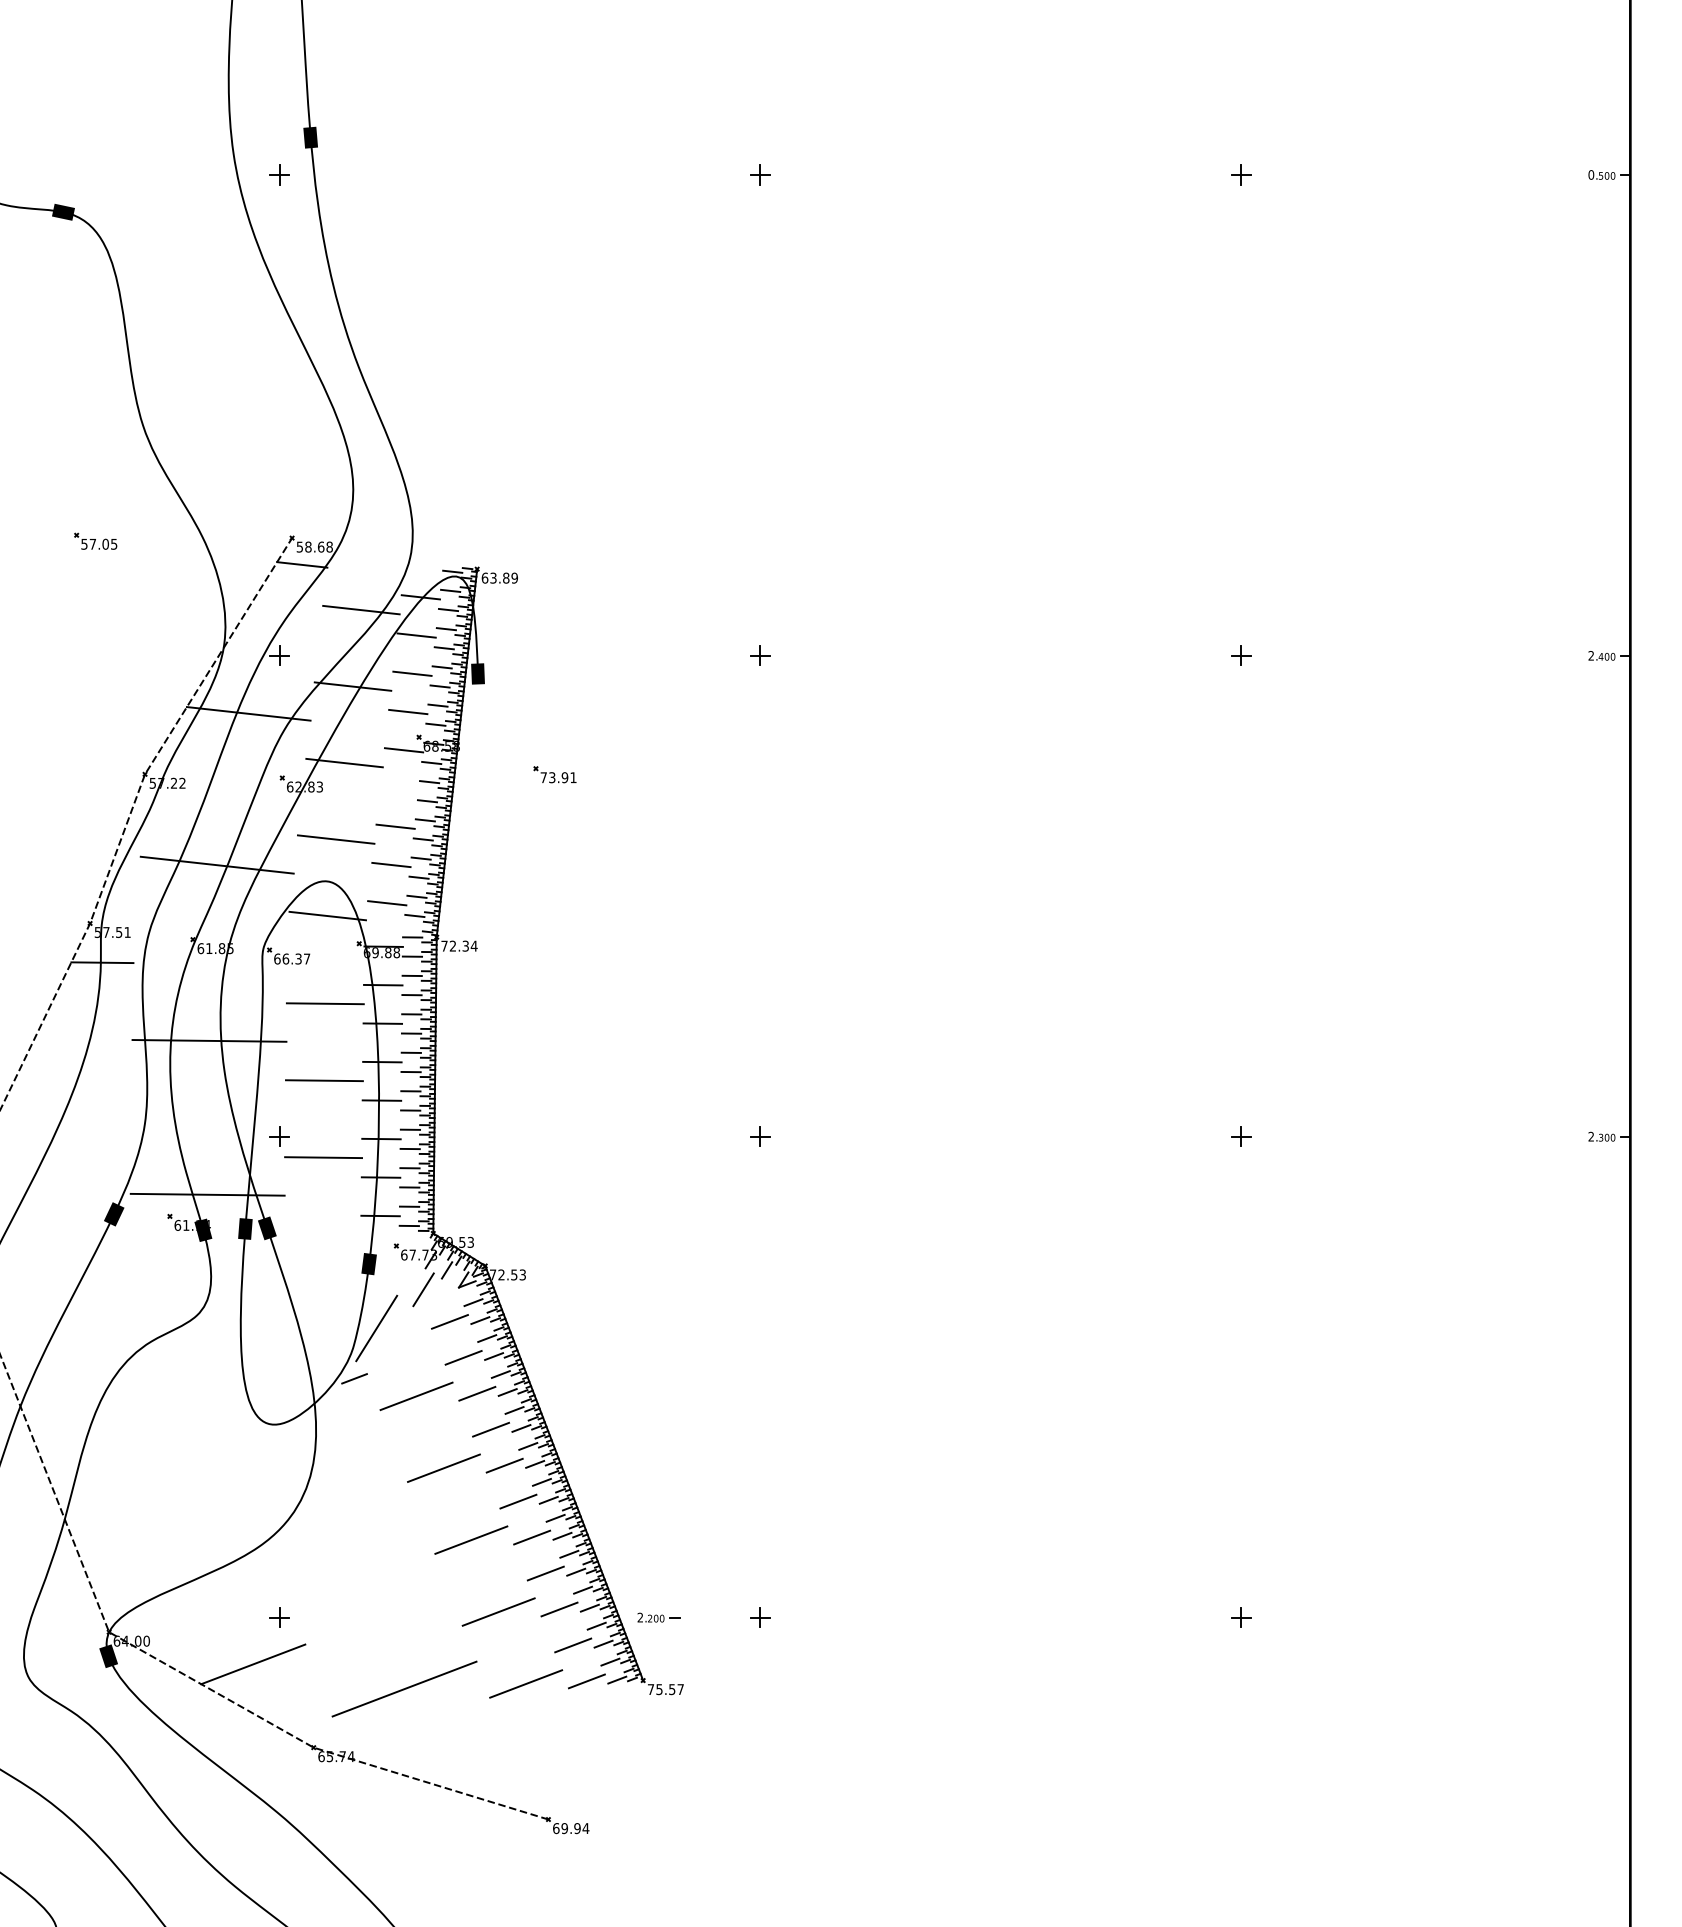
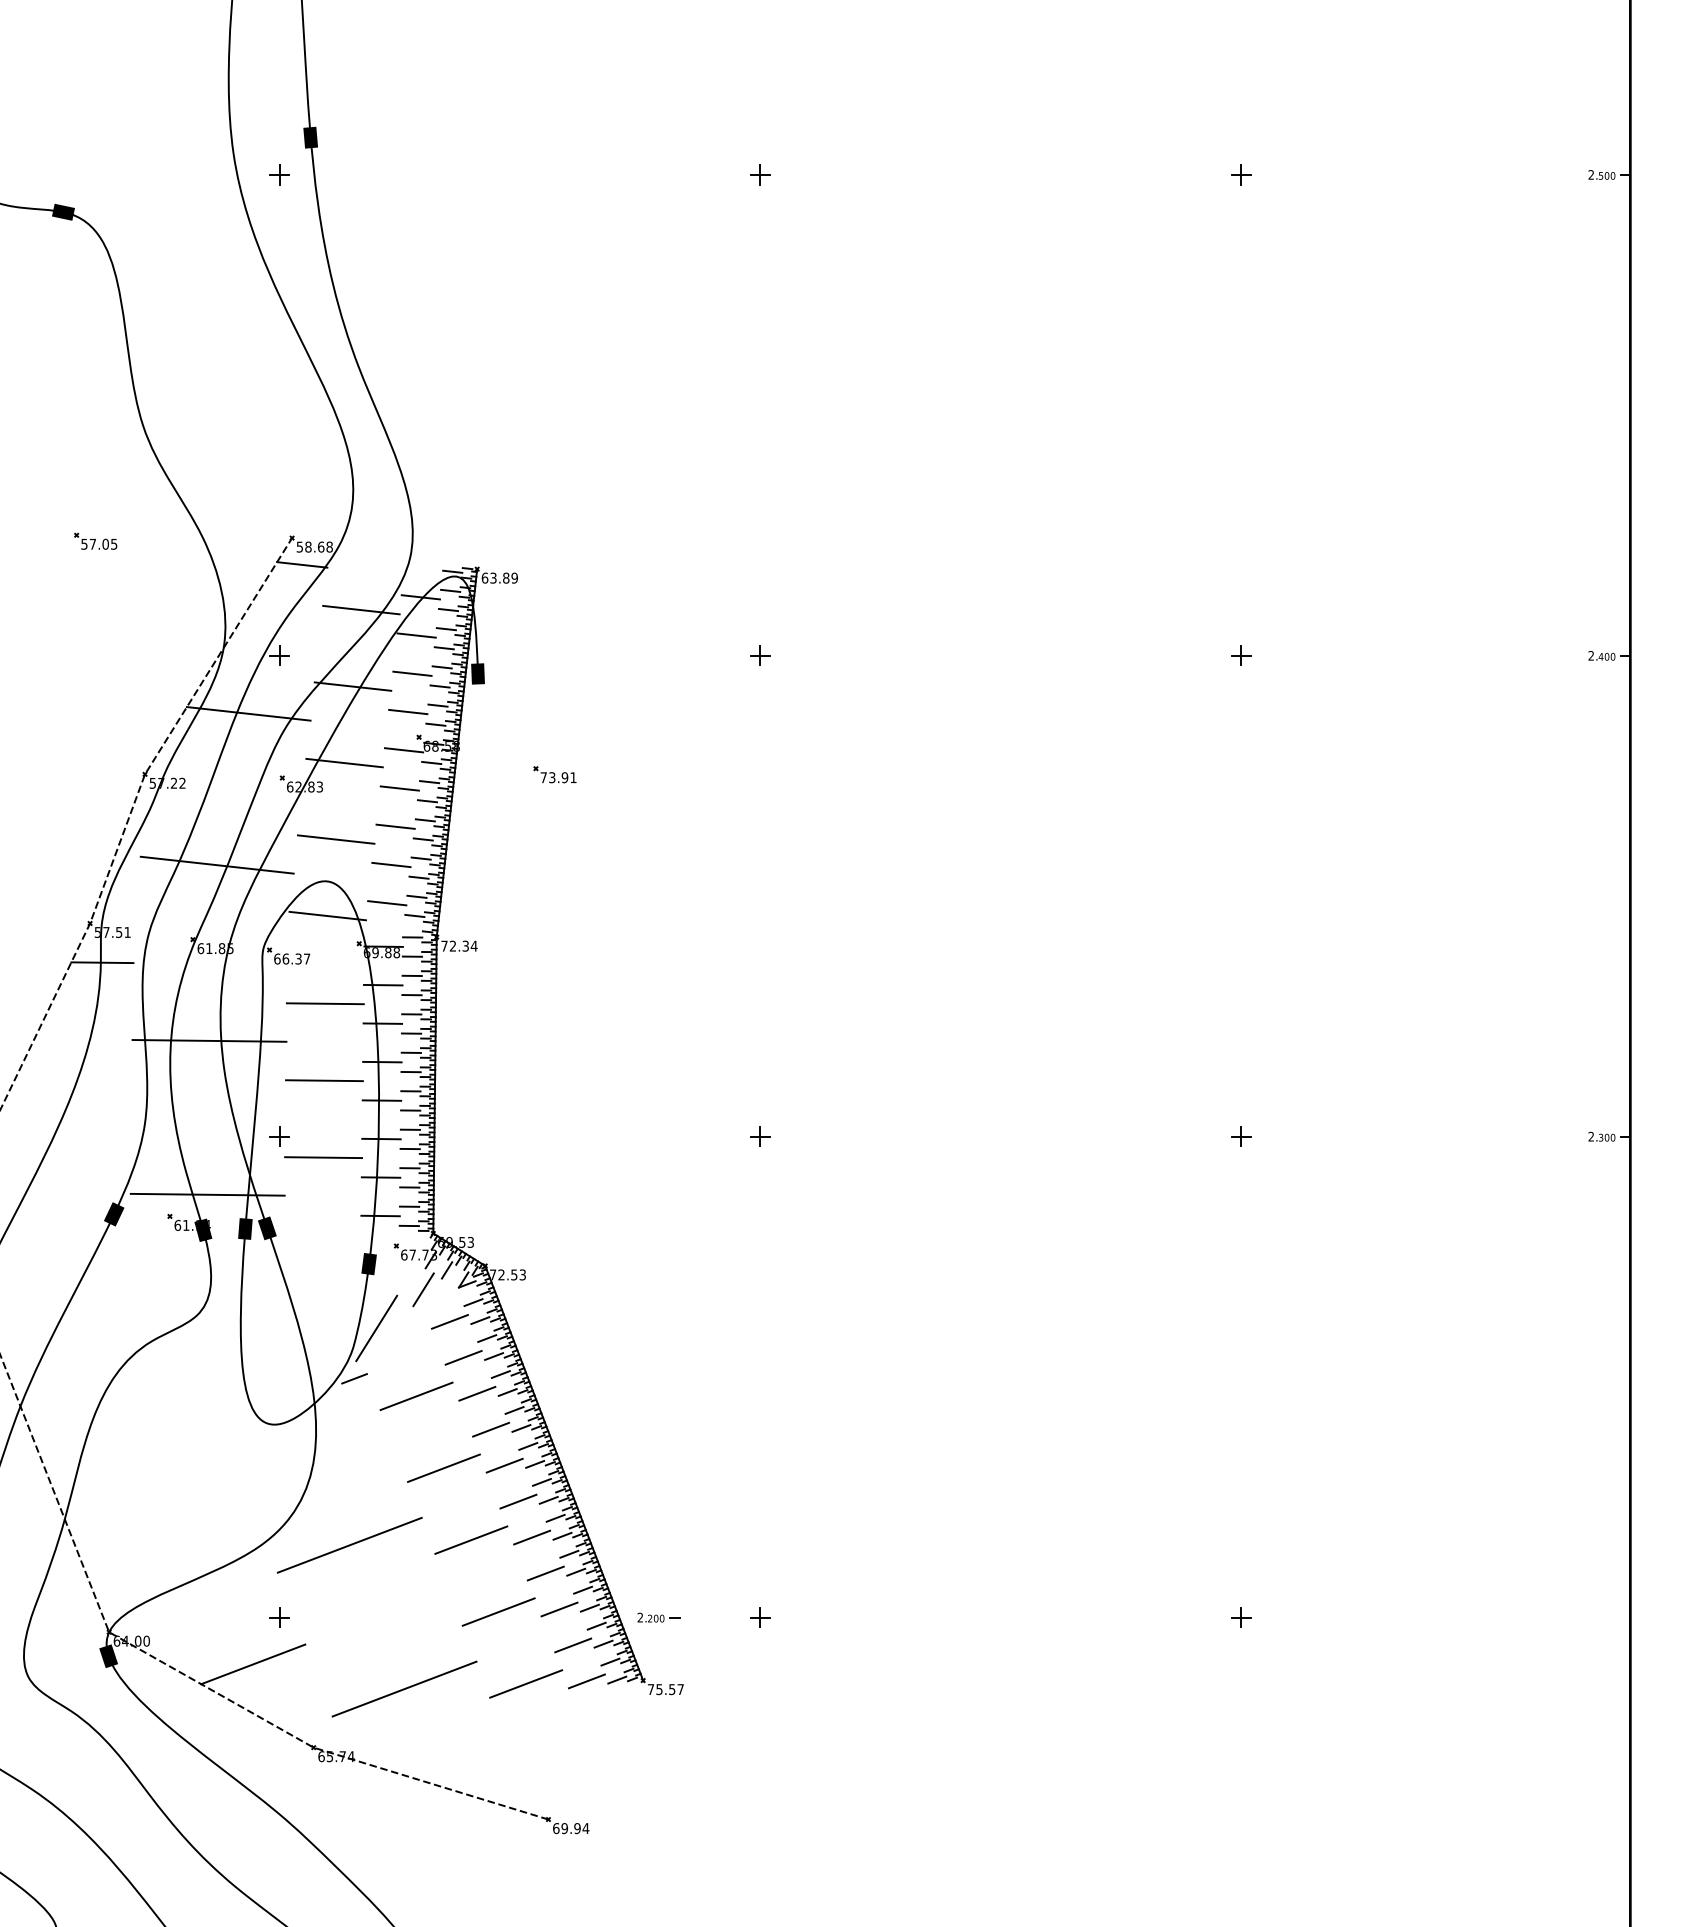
text at (1591, 174): 0. -> 2.
line at (399, 788): none -> present
line at (349, 1544): none -> present
